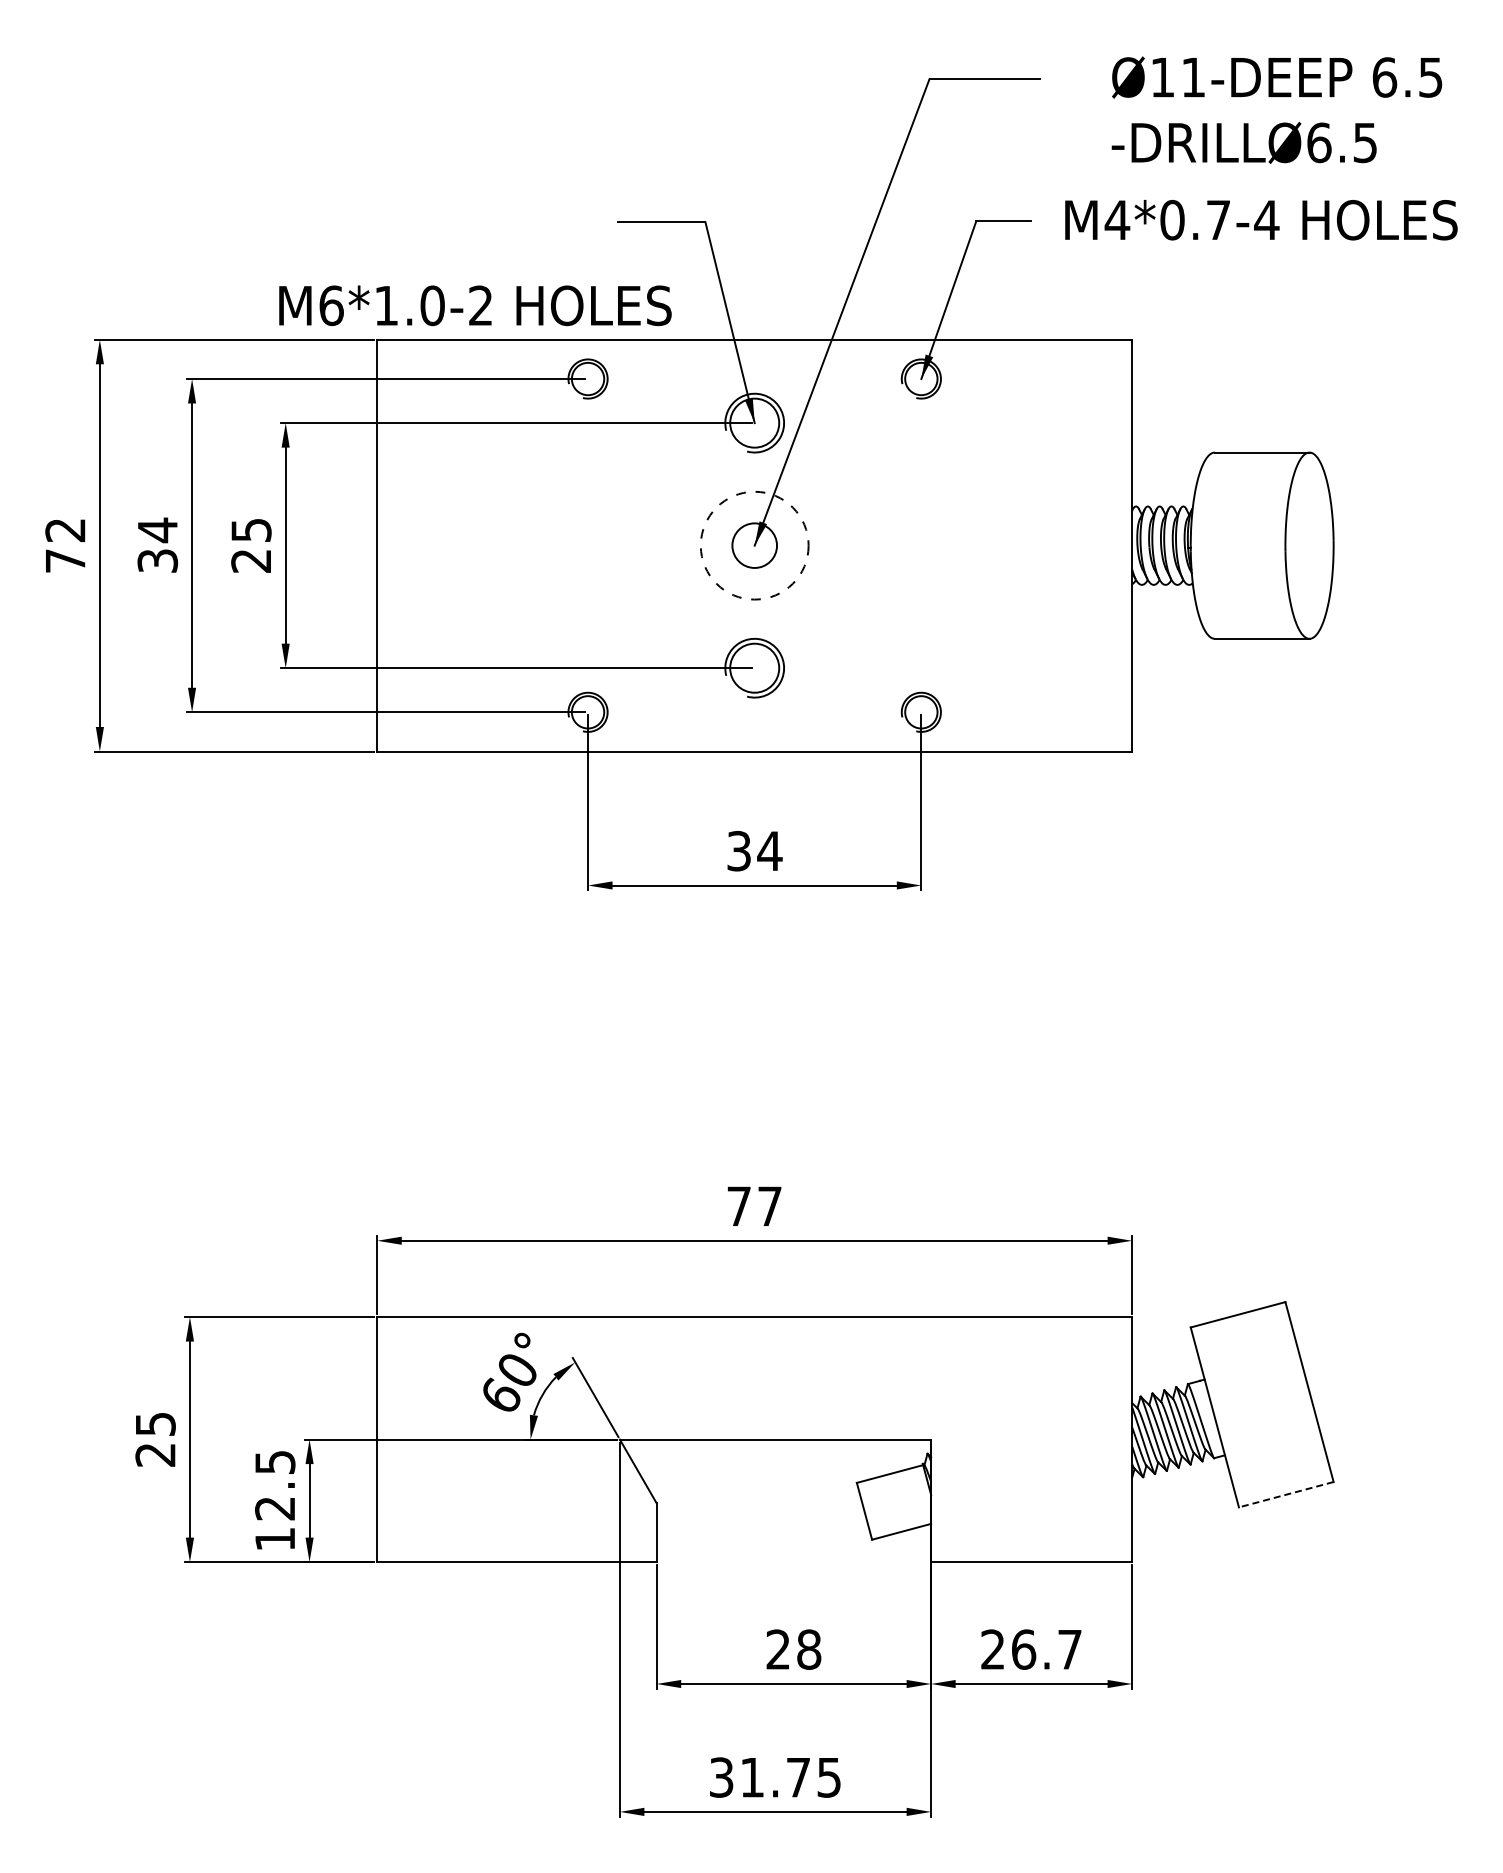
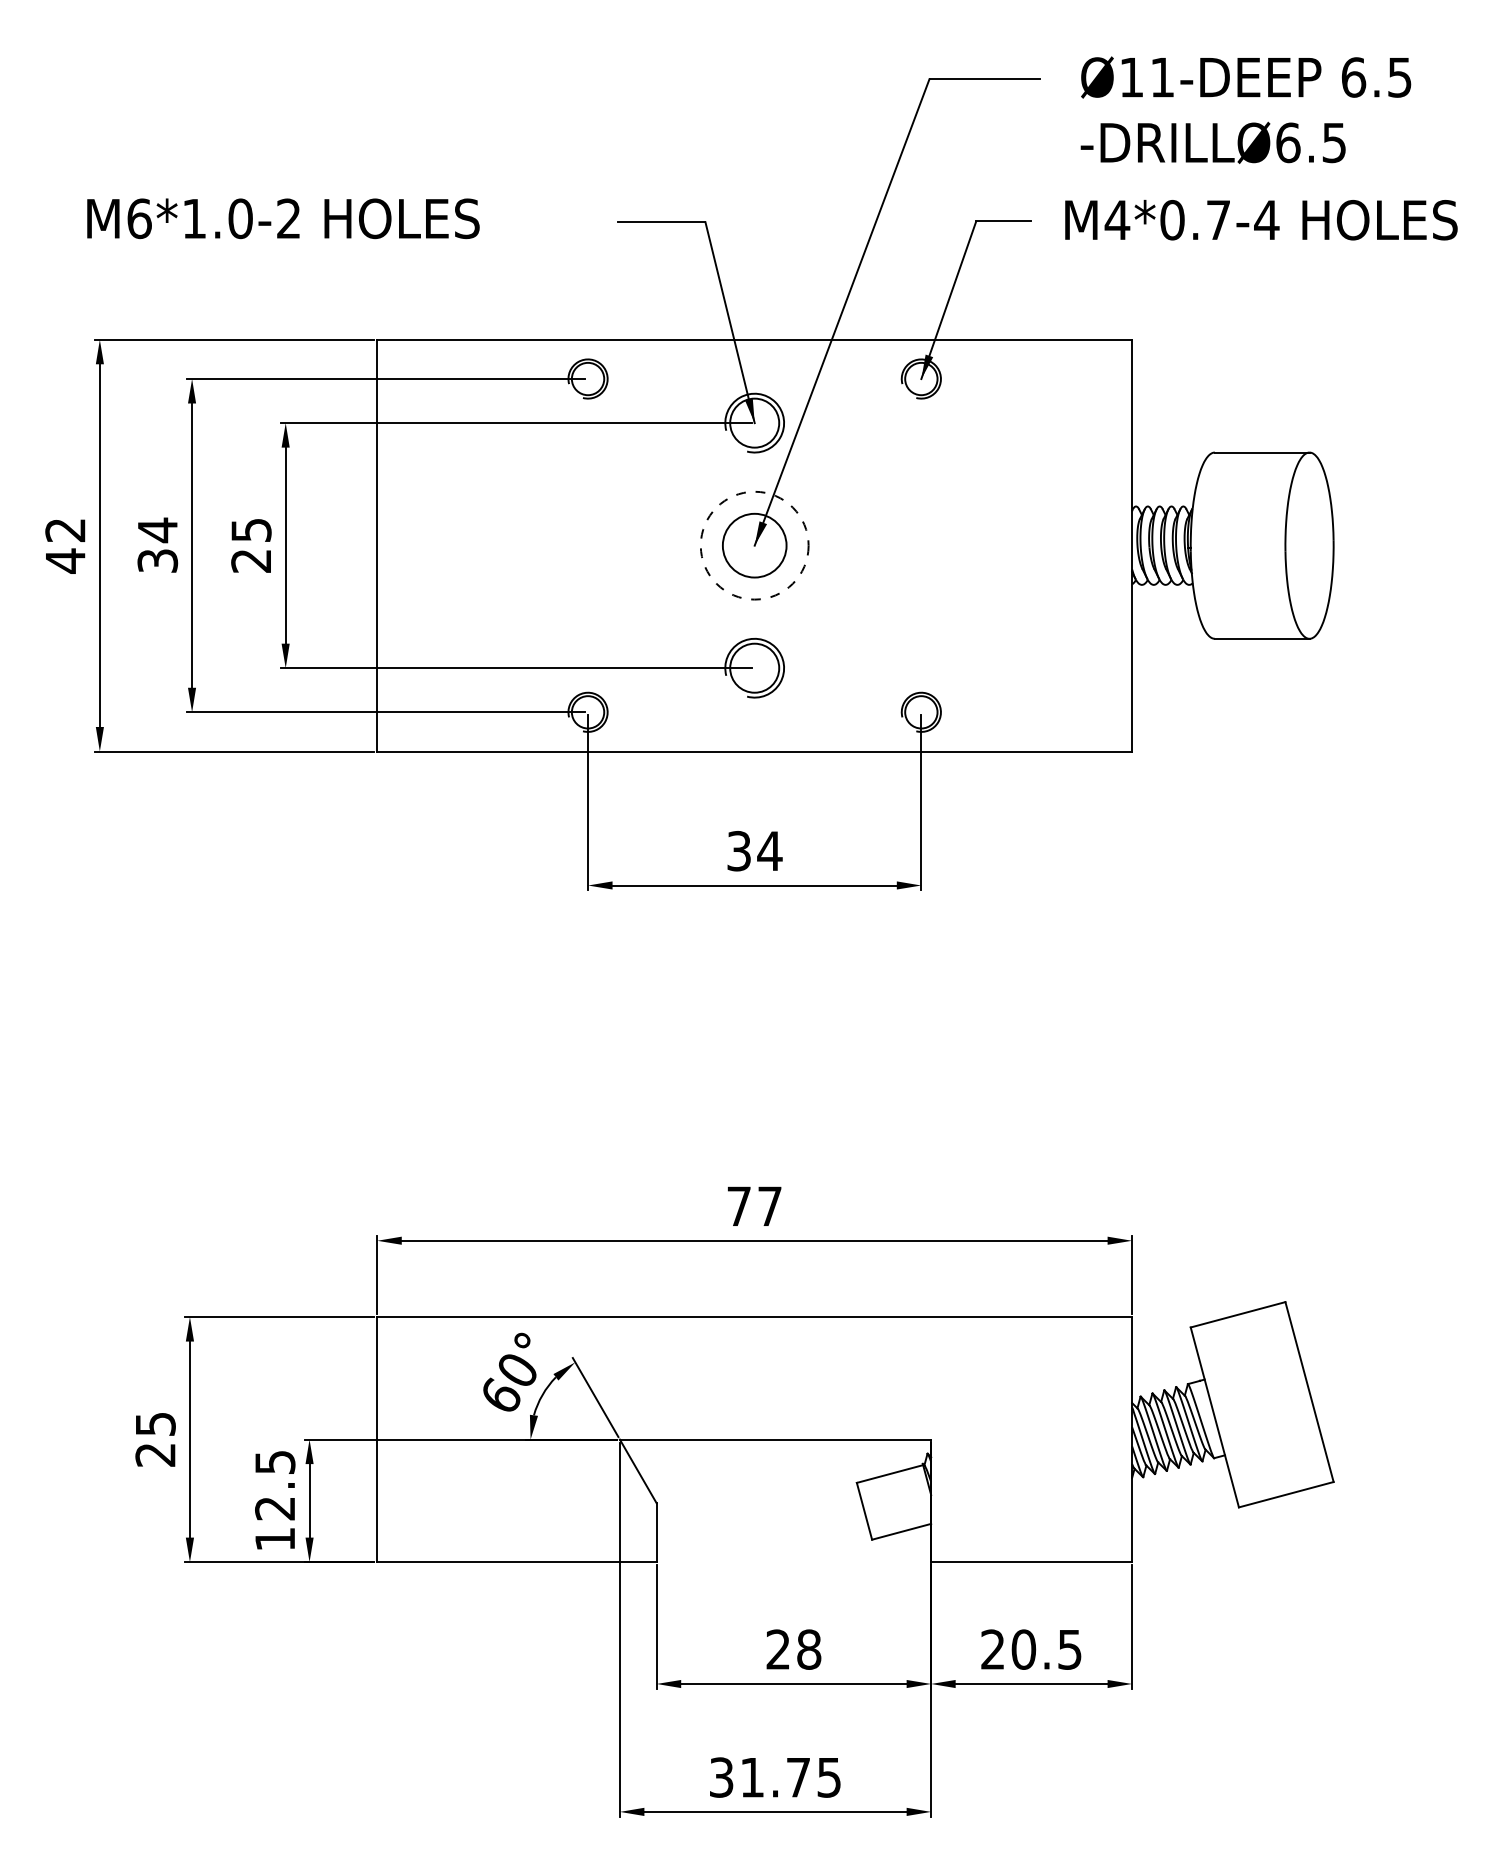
text at (1276, 109) position: (1276, 109) -> (1245, 109)
text at (475, 305) position: (475, 305) -> (283, 218)
circle at (754, 545) diameter: 45 px -> 64 px
text at (65, 560): 72 -> 42
line at (1285, 1494): dashed -> solid
text at (1046, 1649): 26.7 -> 20.5
